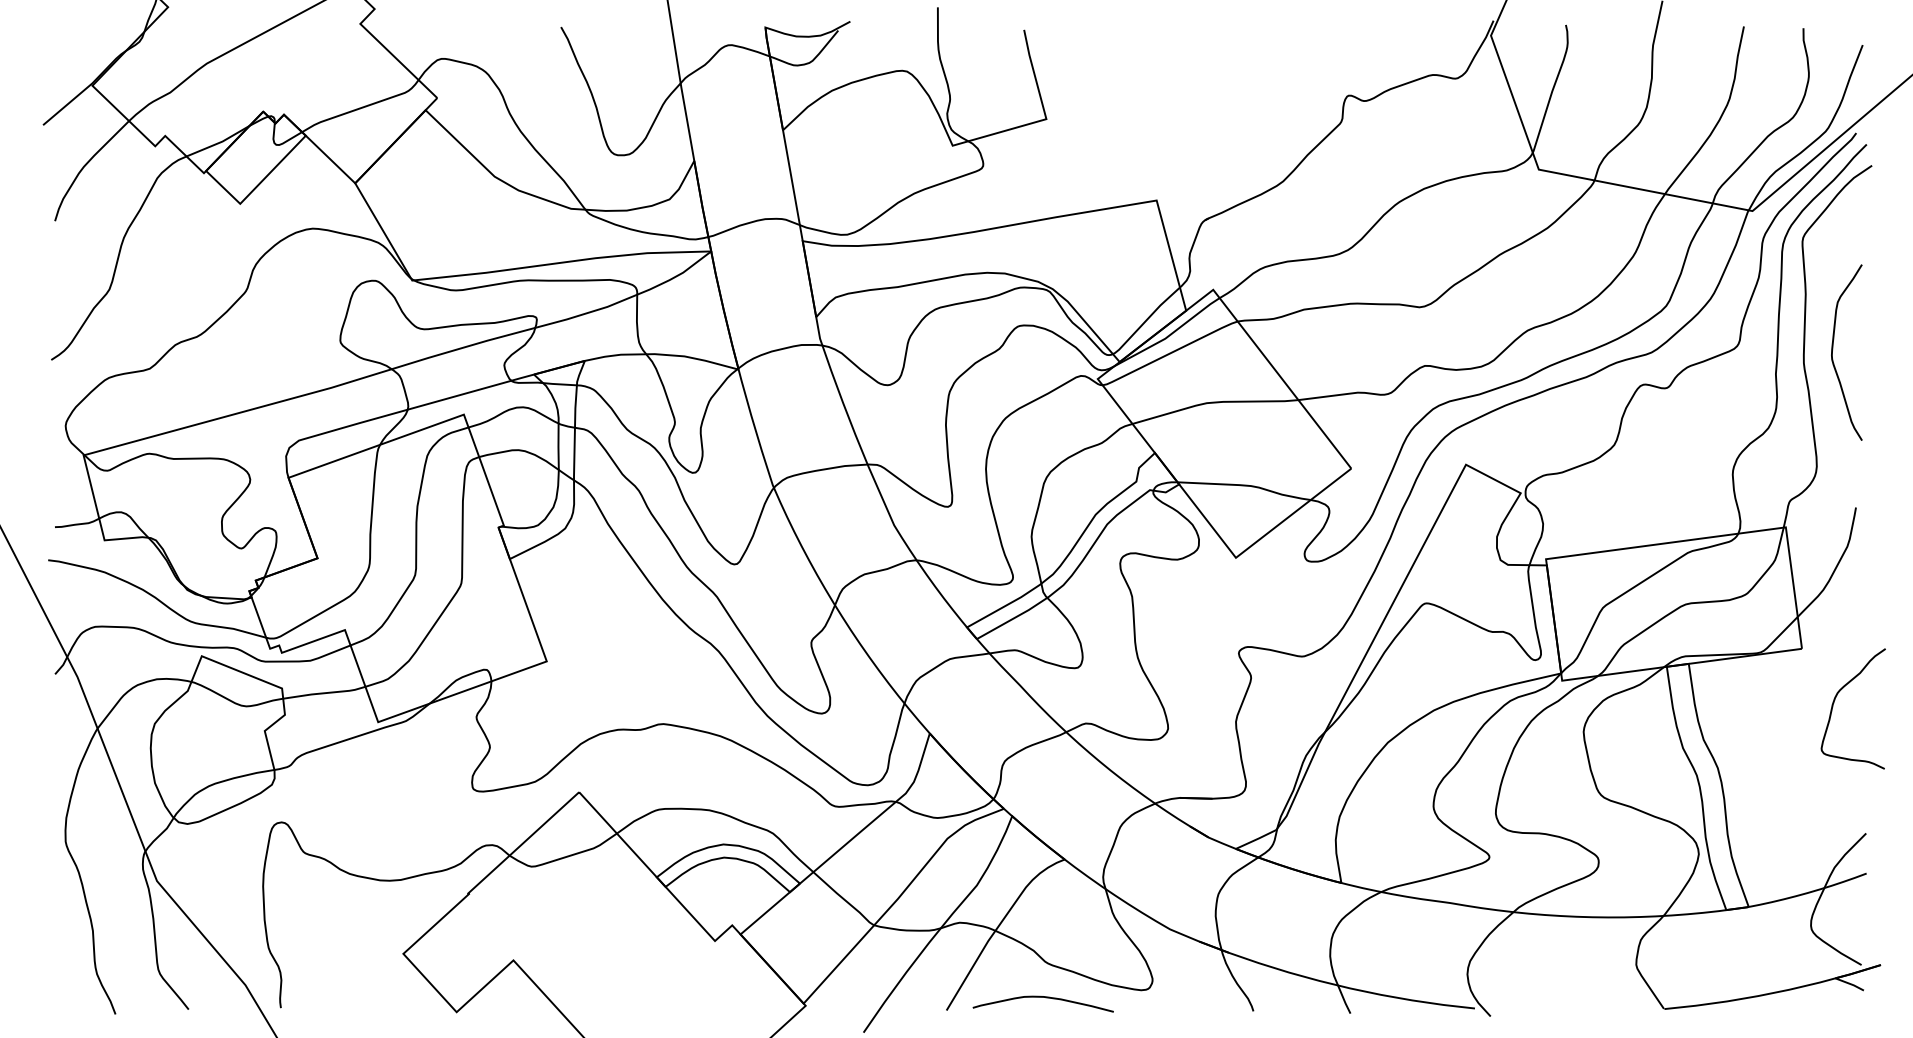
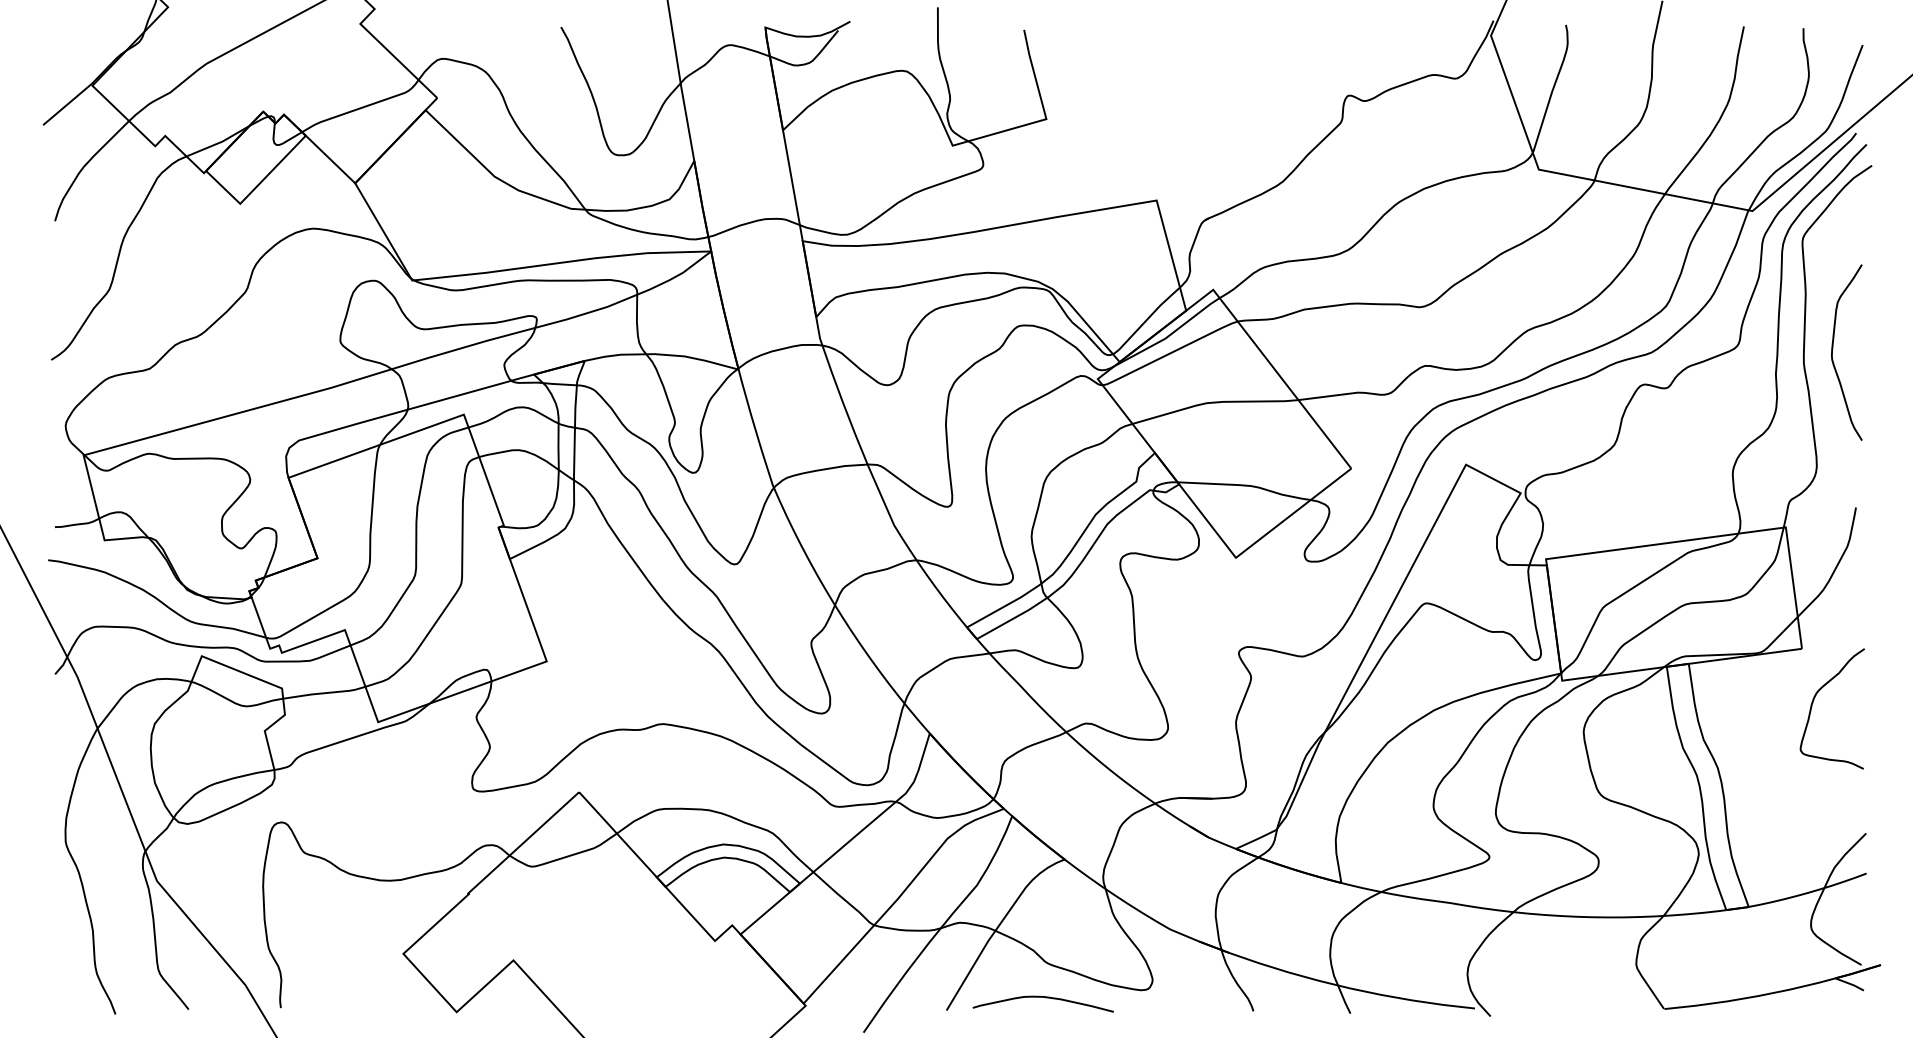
curve at (1834, 703) position: (1834, 703) -> (1813, 703)
